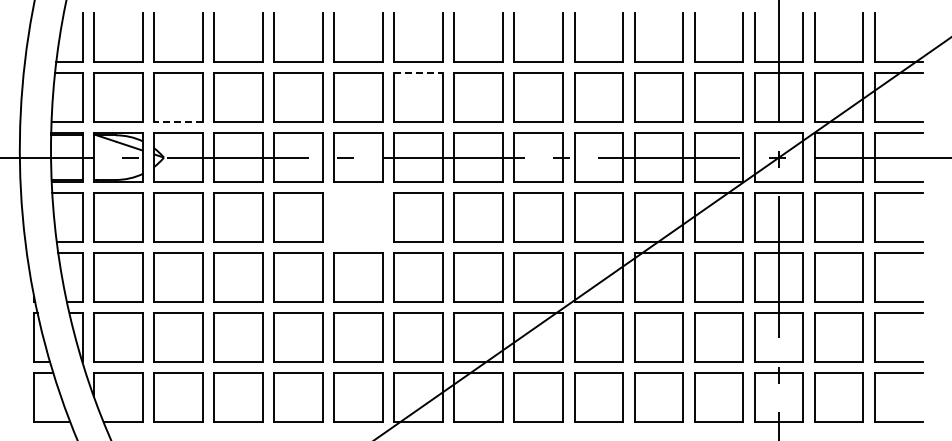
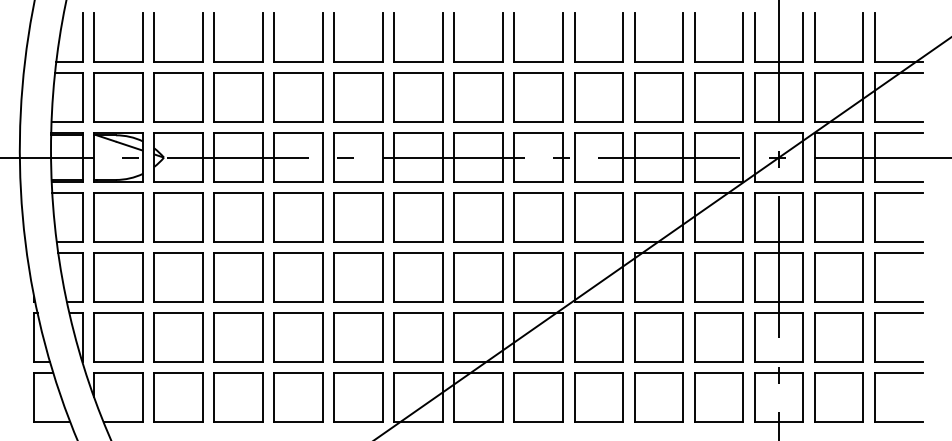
line at (419, 73): dashed -> solid
line at (178, 121): dashed -> solid
part at (358, 217): none -> present
